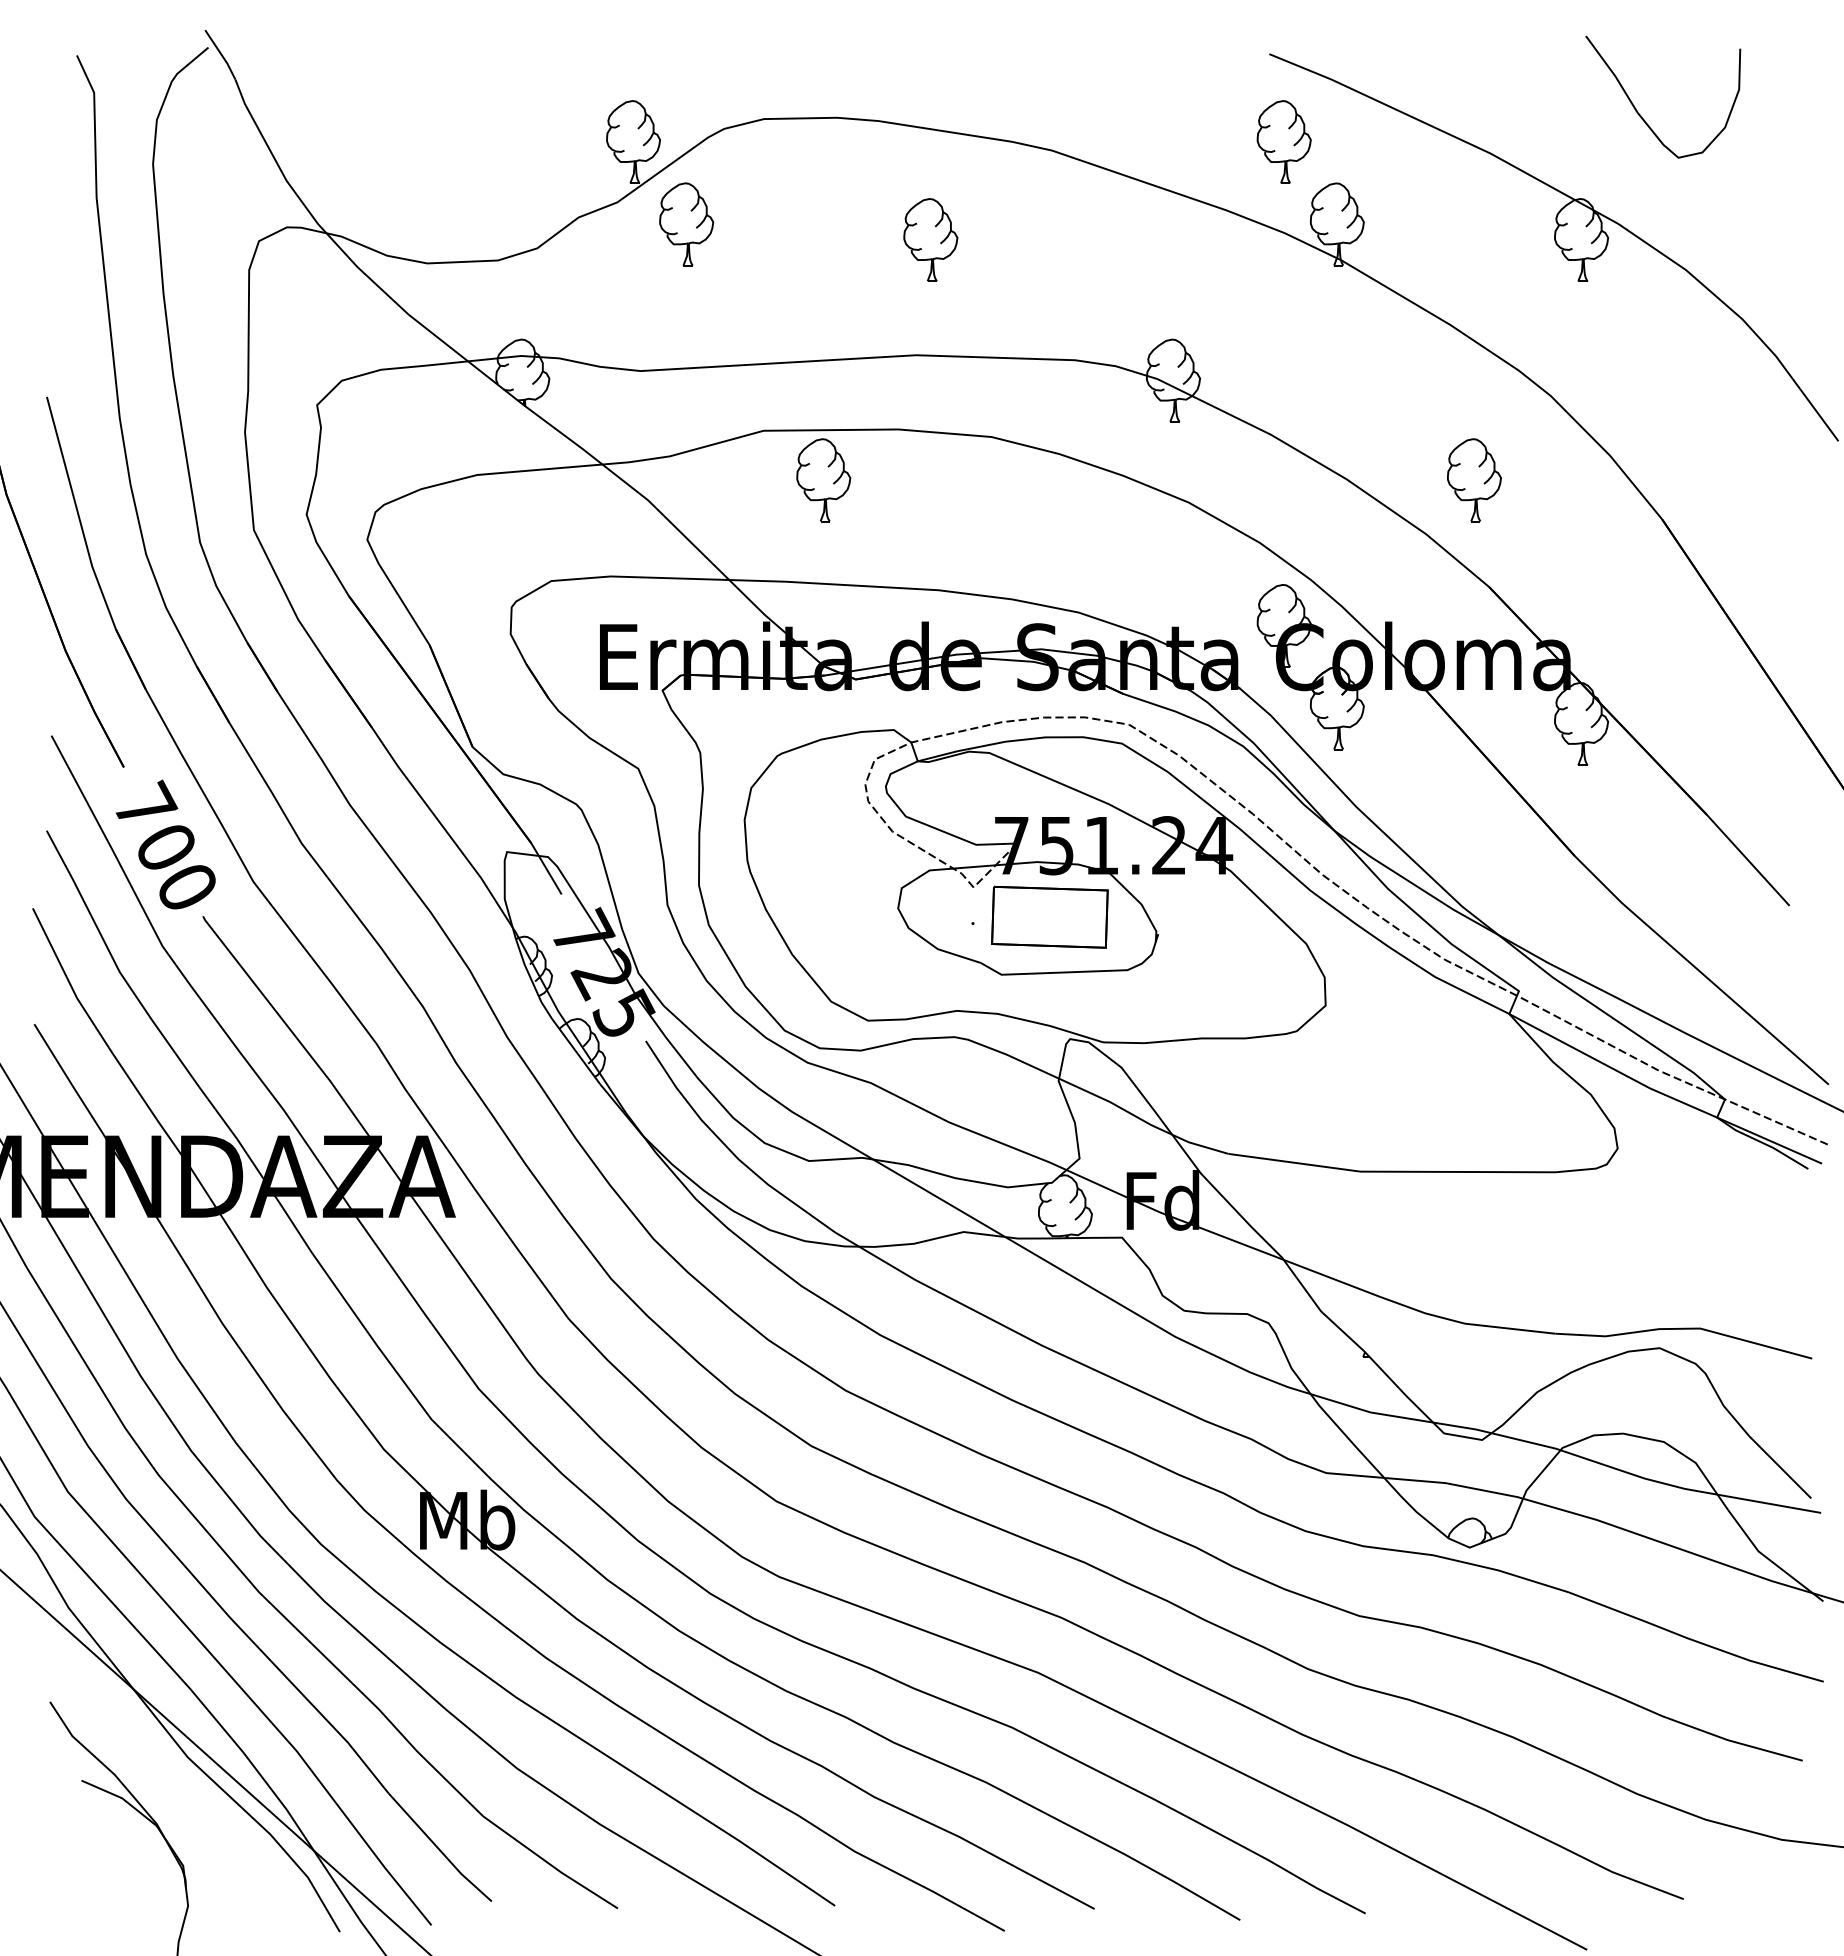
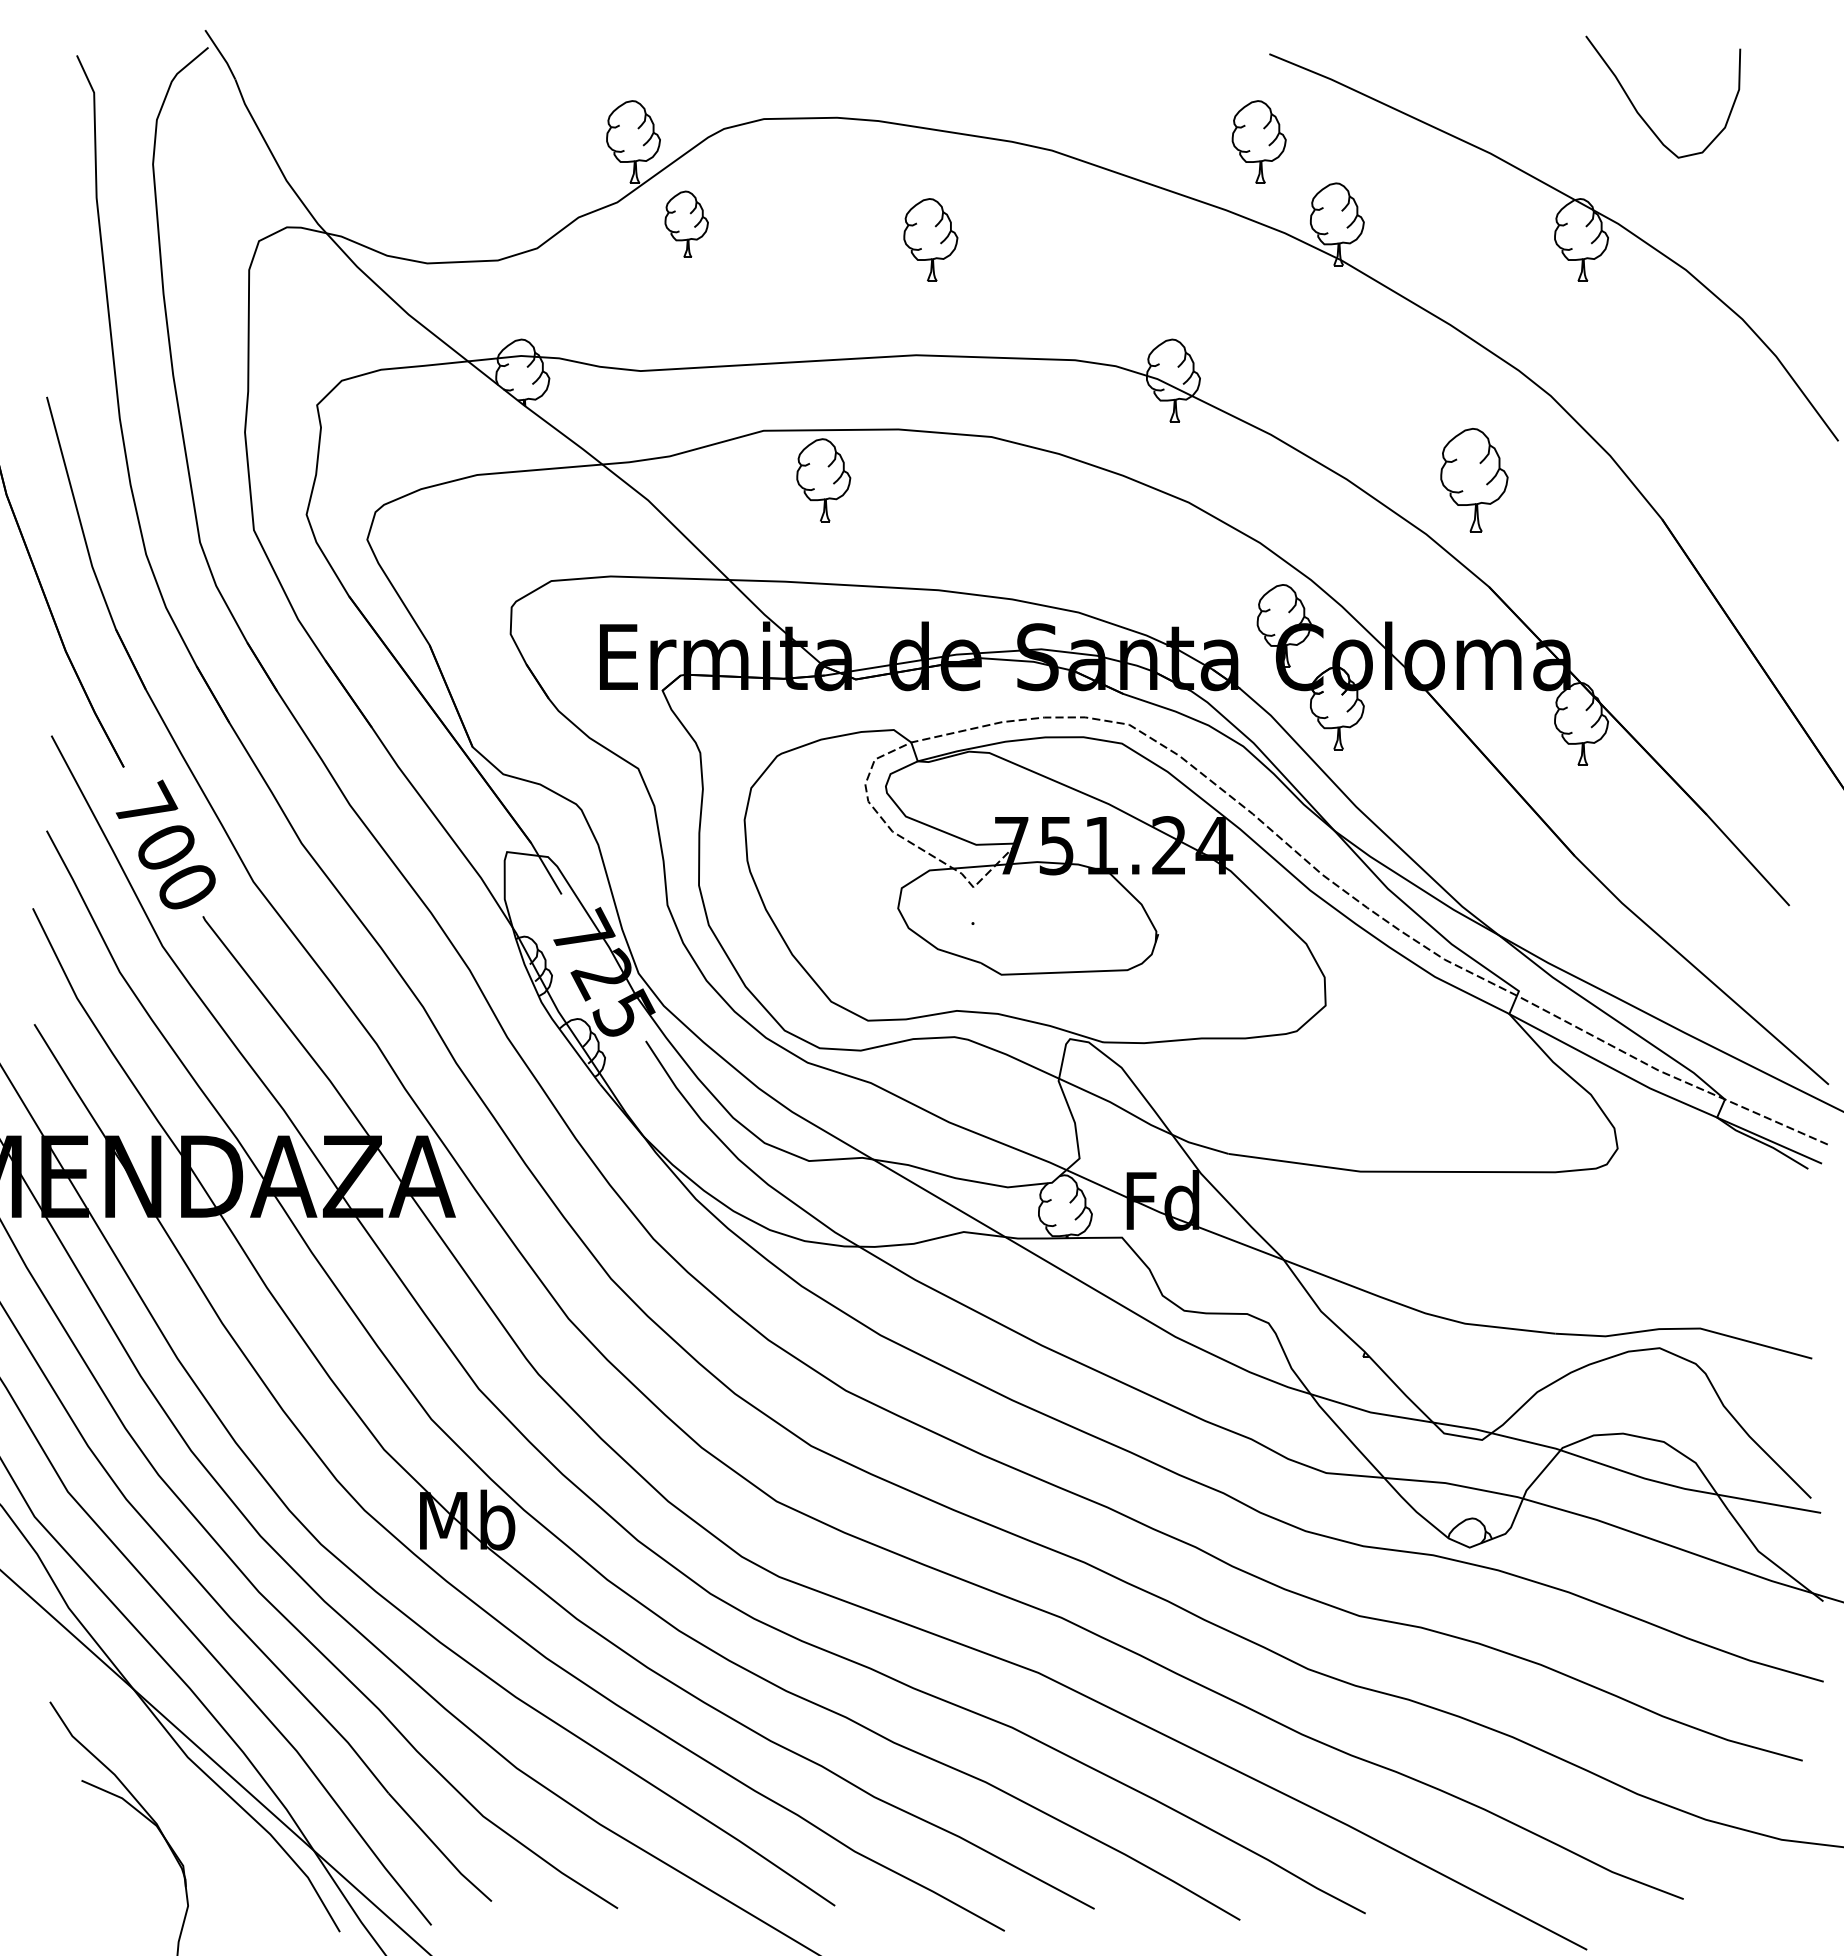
part at (1283, 141) position: (1283, 141) -> (1258, 141)
part at (686, 224) size: 56x85 px -> 45x68 px
part at (1474, 480) size: 55x85 px -> 69x105 px
part at (1049, 916): present -> none
